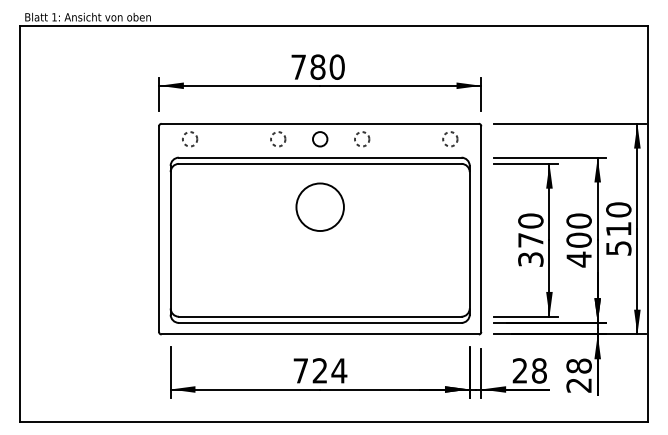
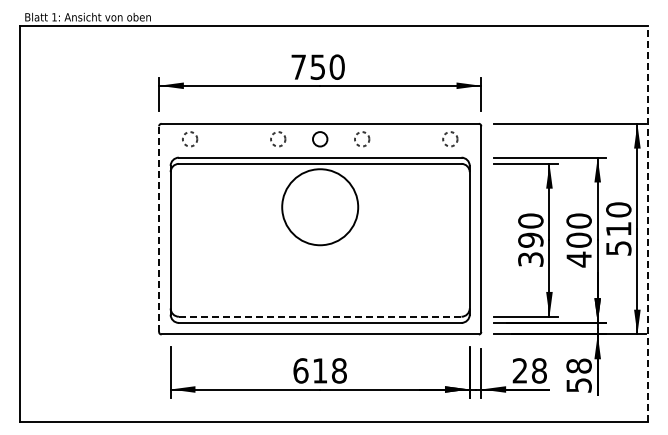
text at (317, 66): 780 -> 750
circle at (319, 207) diameter: 48 px -> 76 px
line at (647, 223): solid -> dashed
line at (159, 229): solid -> dashed
text at (530, 239): 370 -> 390
line at (320, 316): solid -> dashed
text at (320, 370): 724 -> 618
text at (578, 385): 28 -> 58
